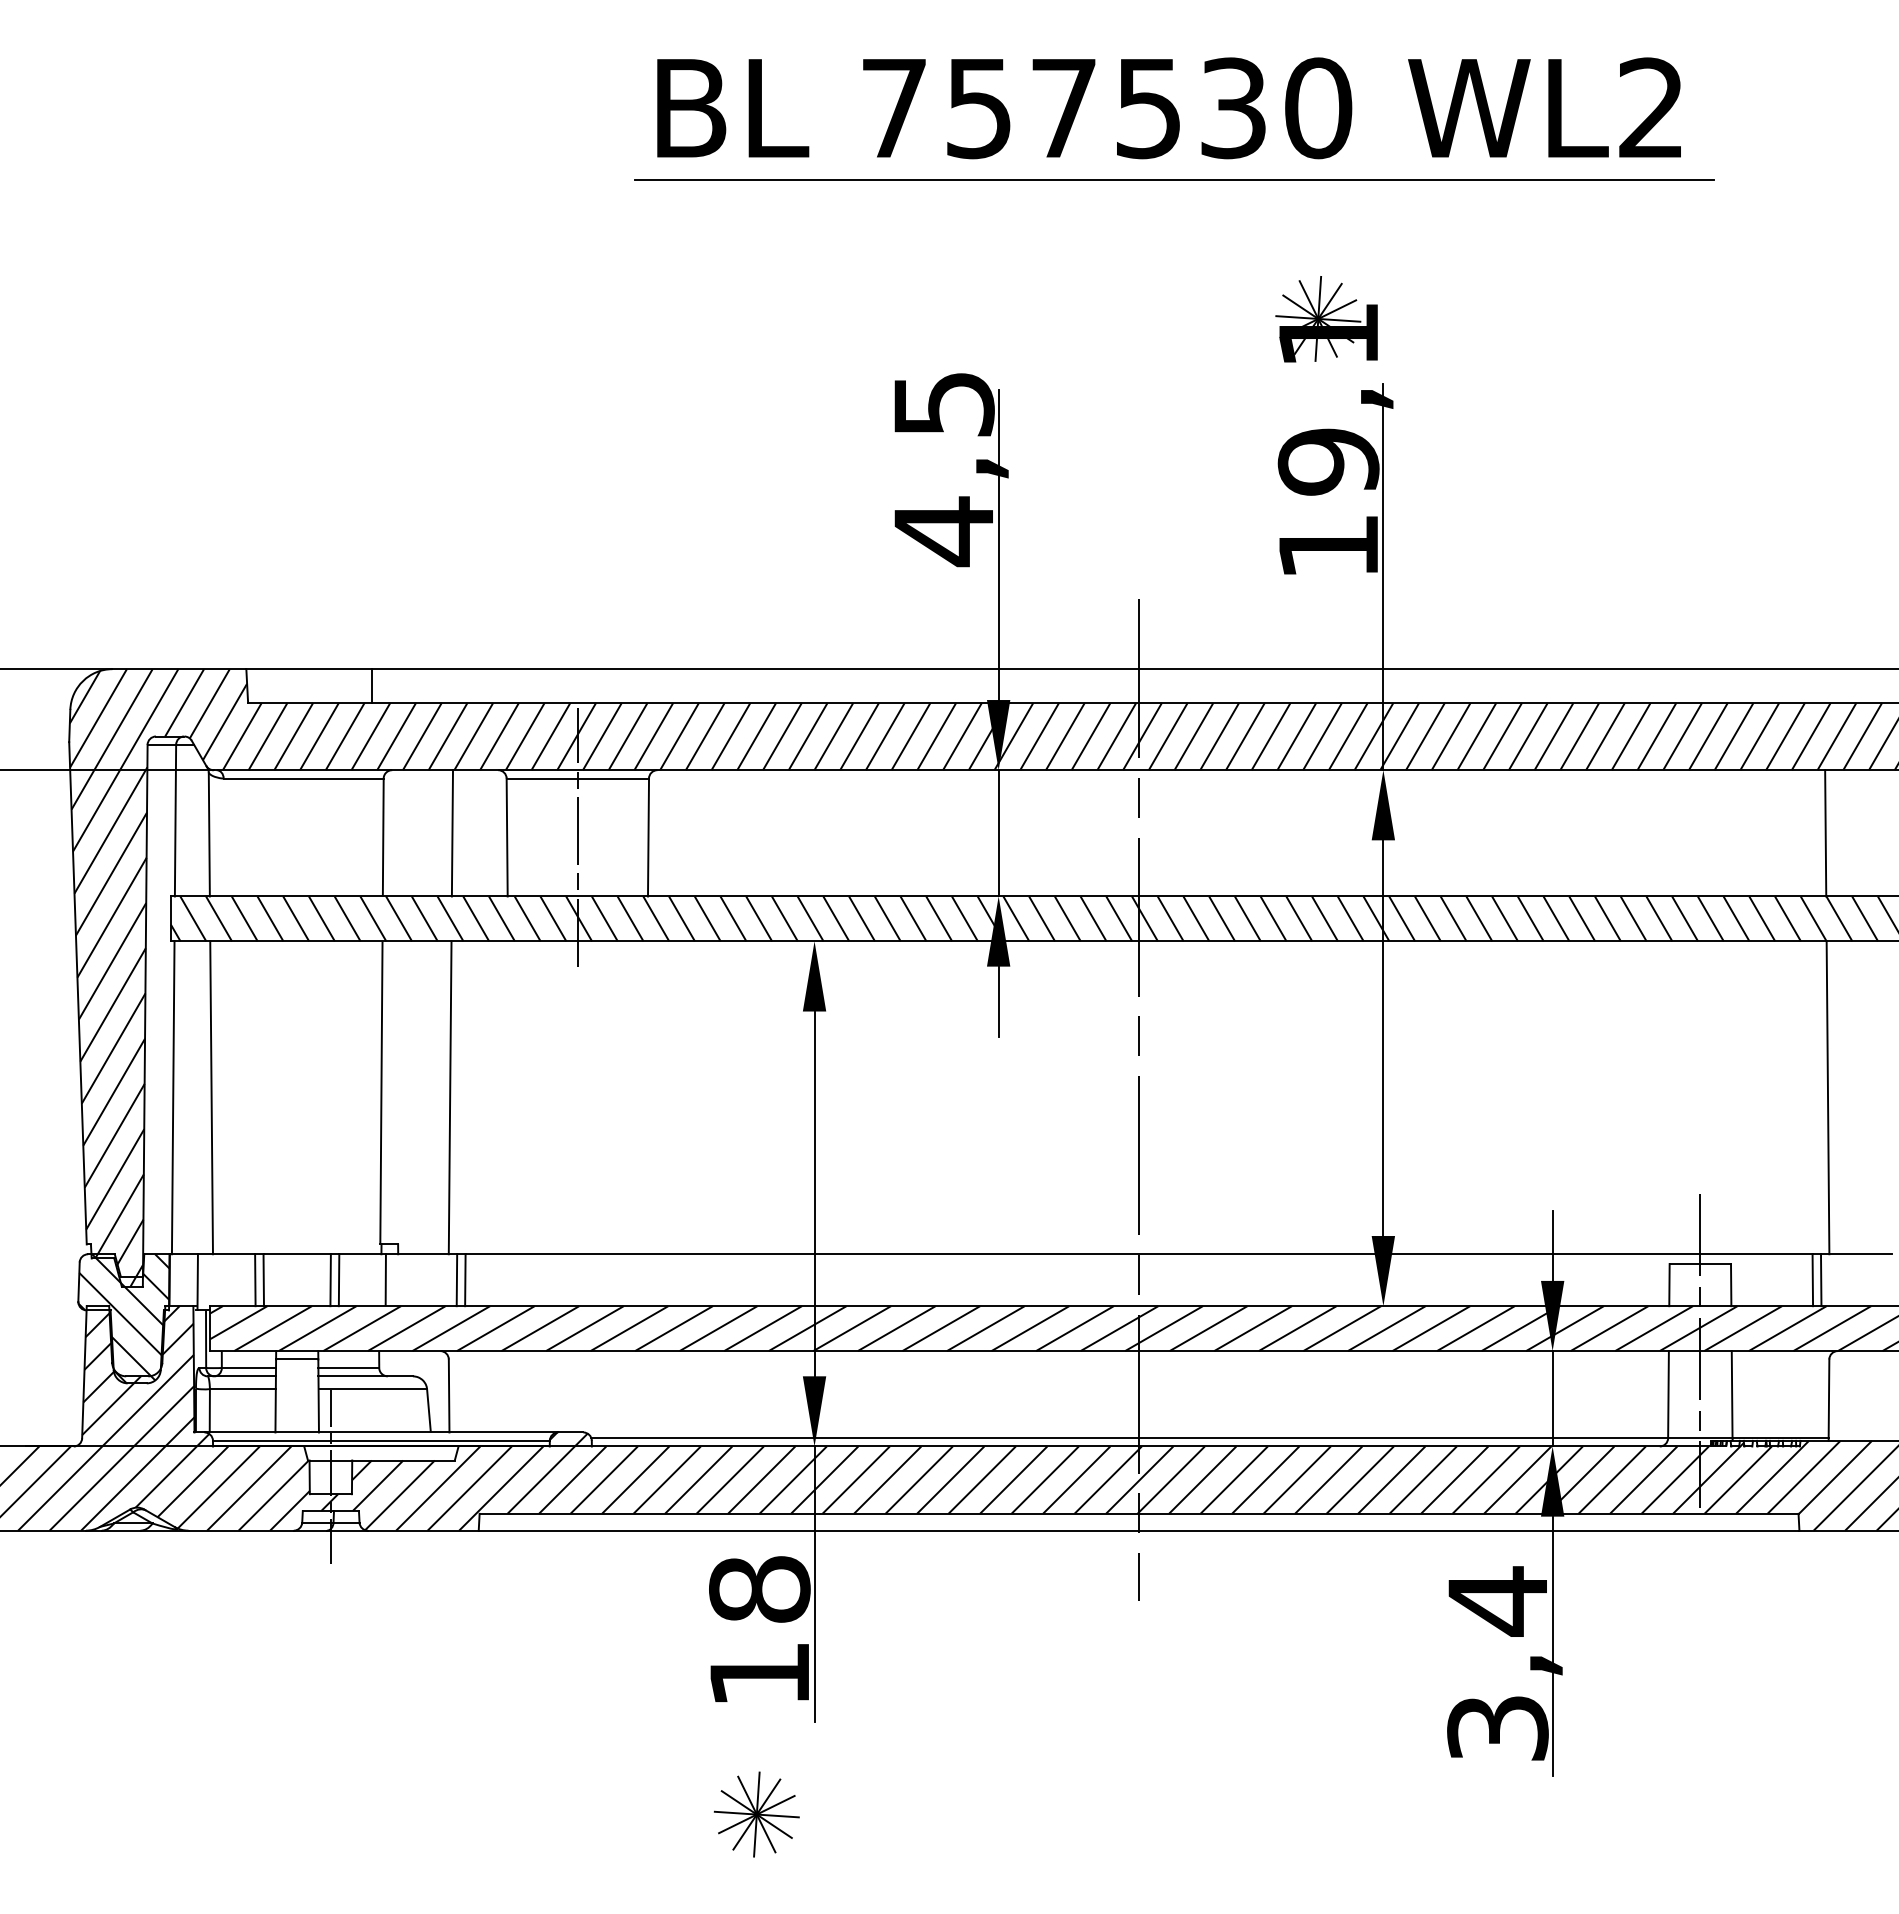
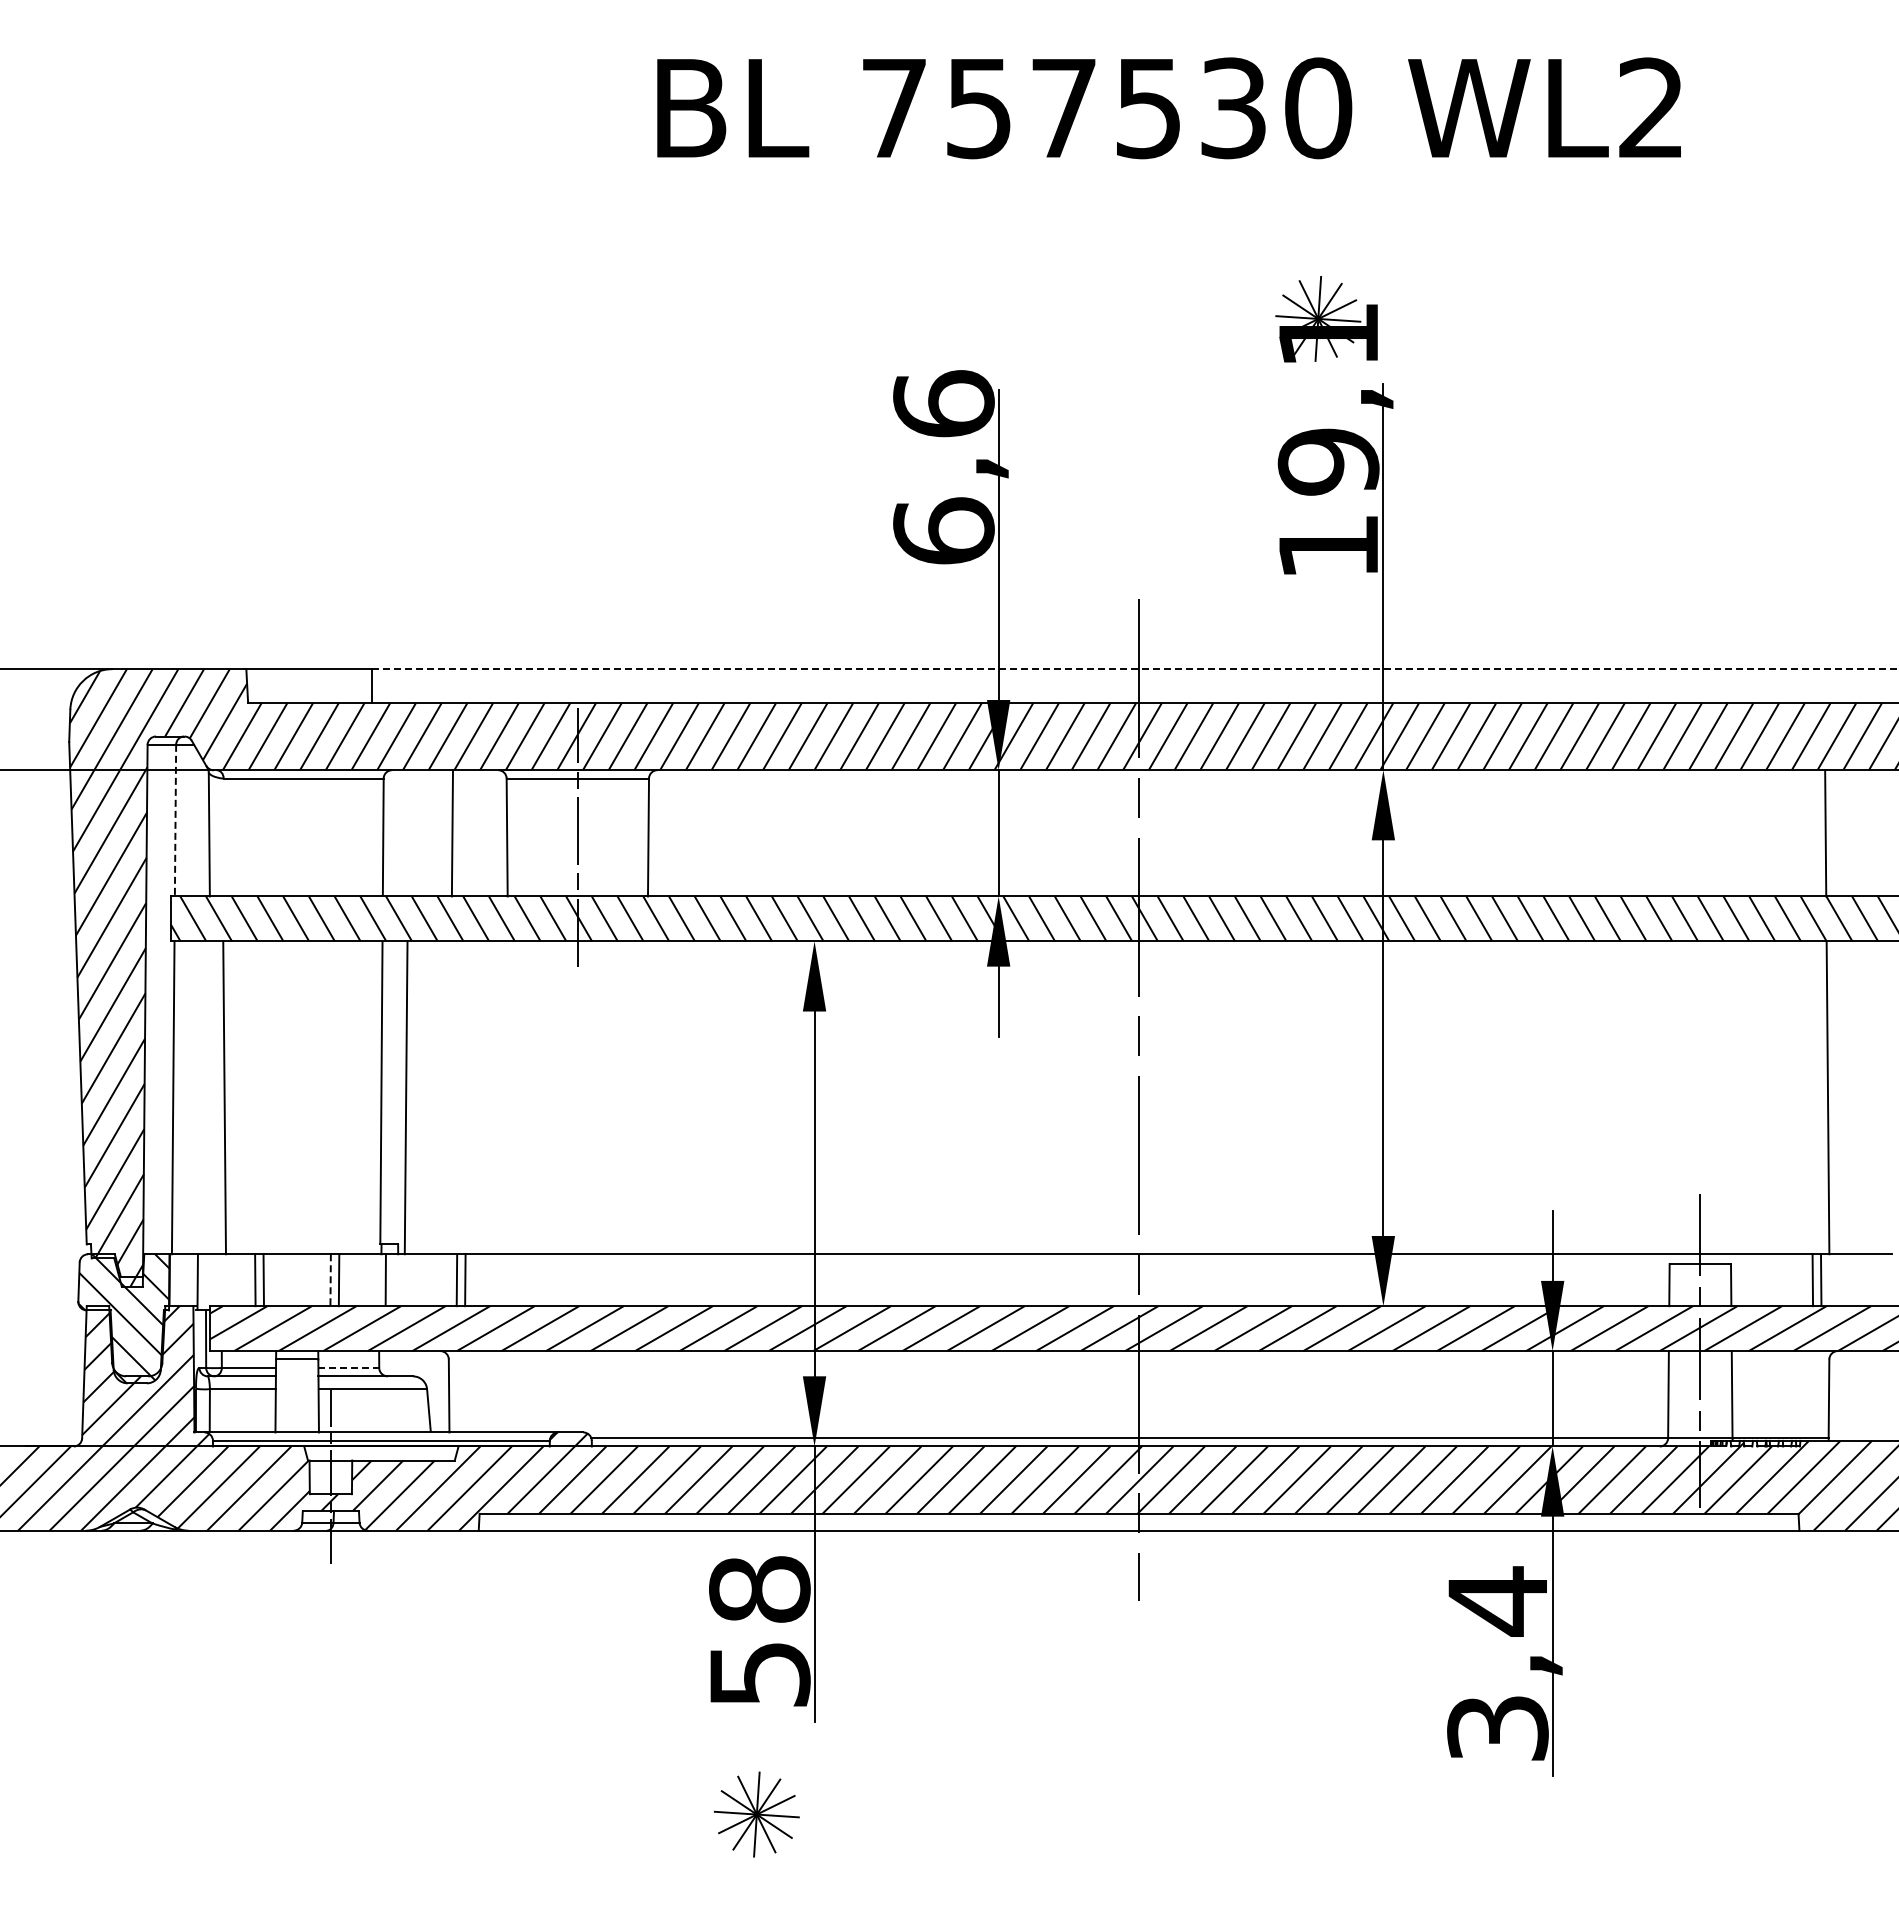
line at (1173, 179): present -> none
text at (943, 468): 4,5 -> 6,6
line at (1135, 669): solid -> dashed
line at (175, 820): solid -> dashed
line at (211, 1097) position: (211, 1097) -> (224, 1097)
line at (449, 1097) position: (449, 1097) -> (405, 1097)
line at (330, 1280): solid -> dashed
line at (349, 1367): solid -> dashed
text at (760, 1674): 18 -> 58
